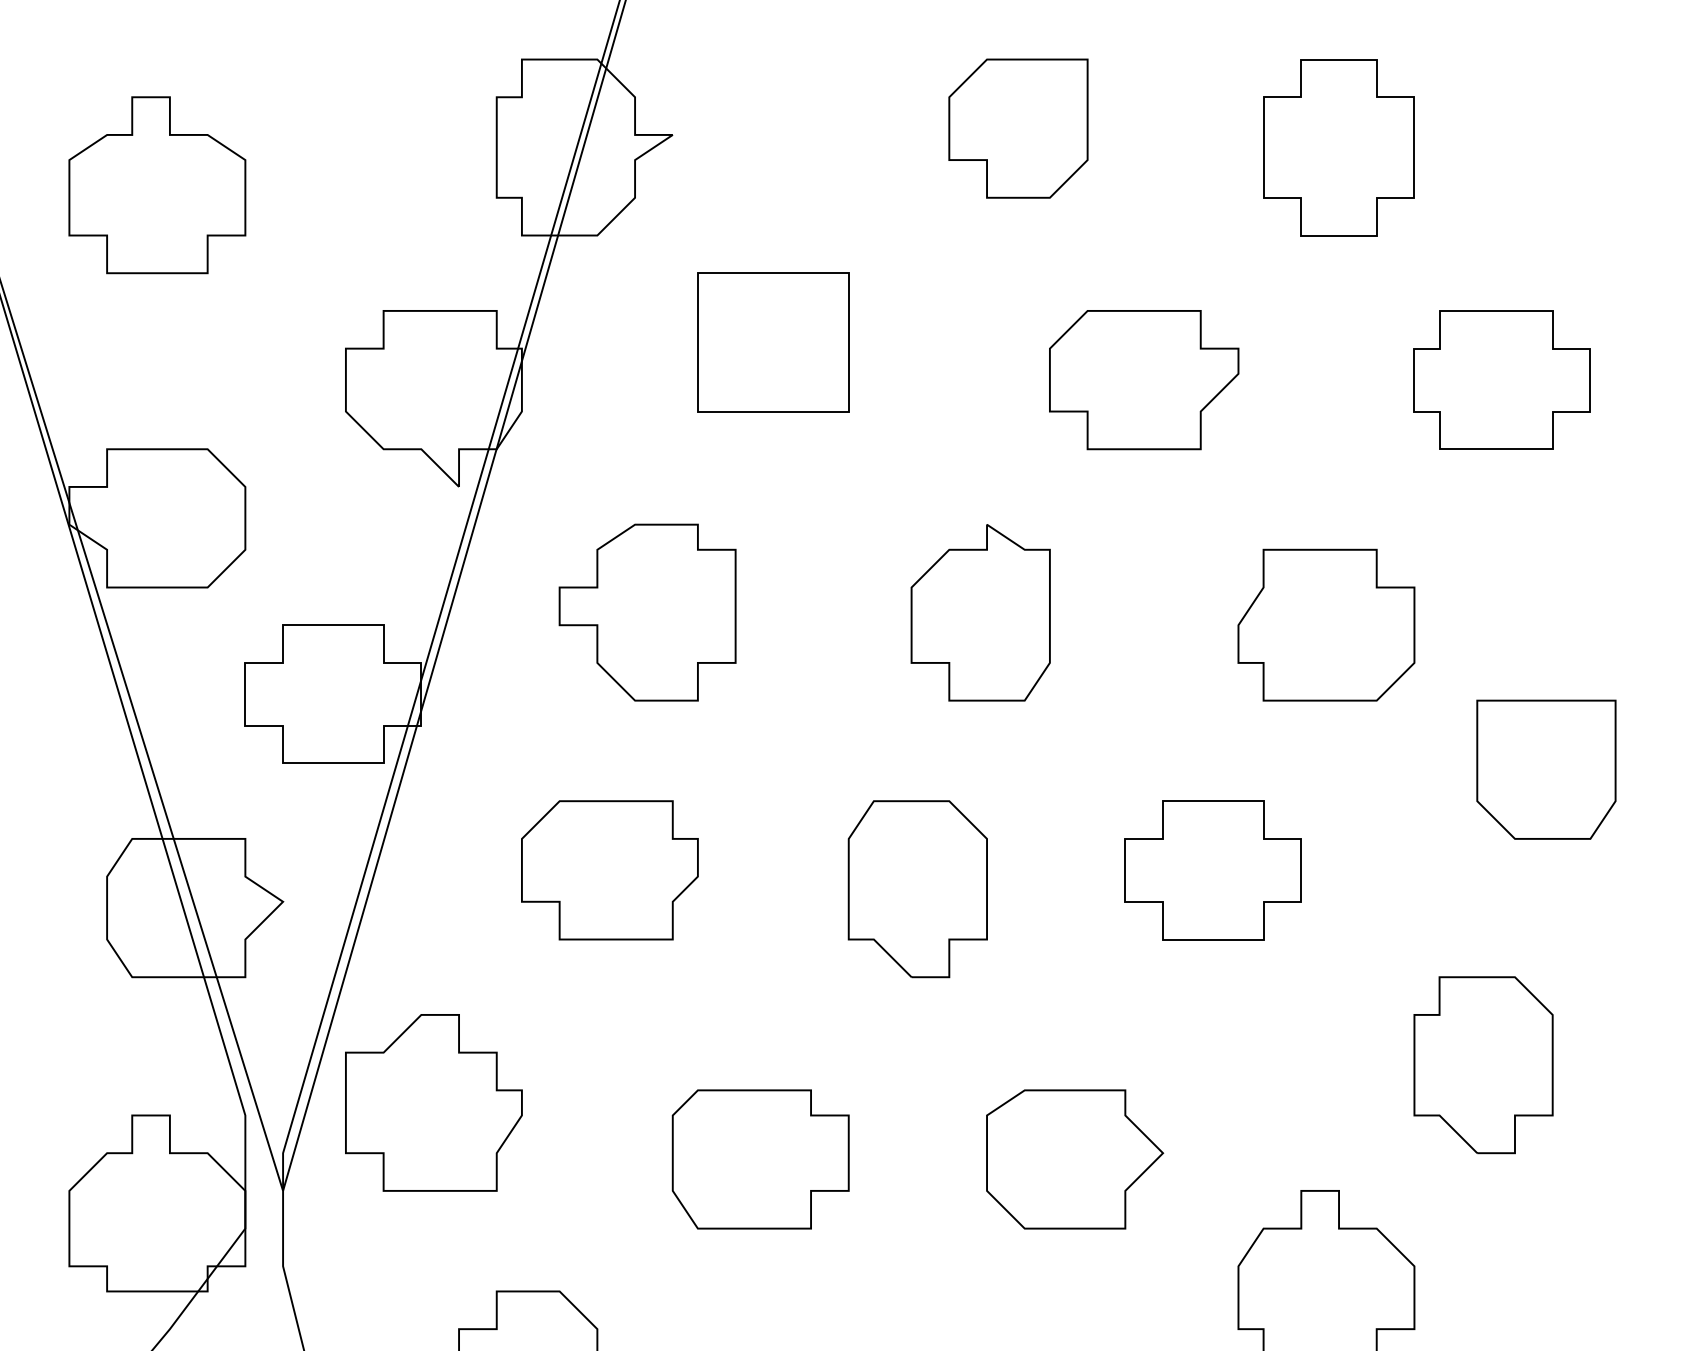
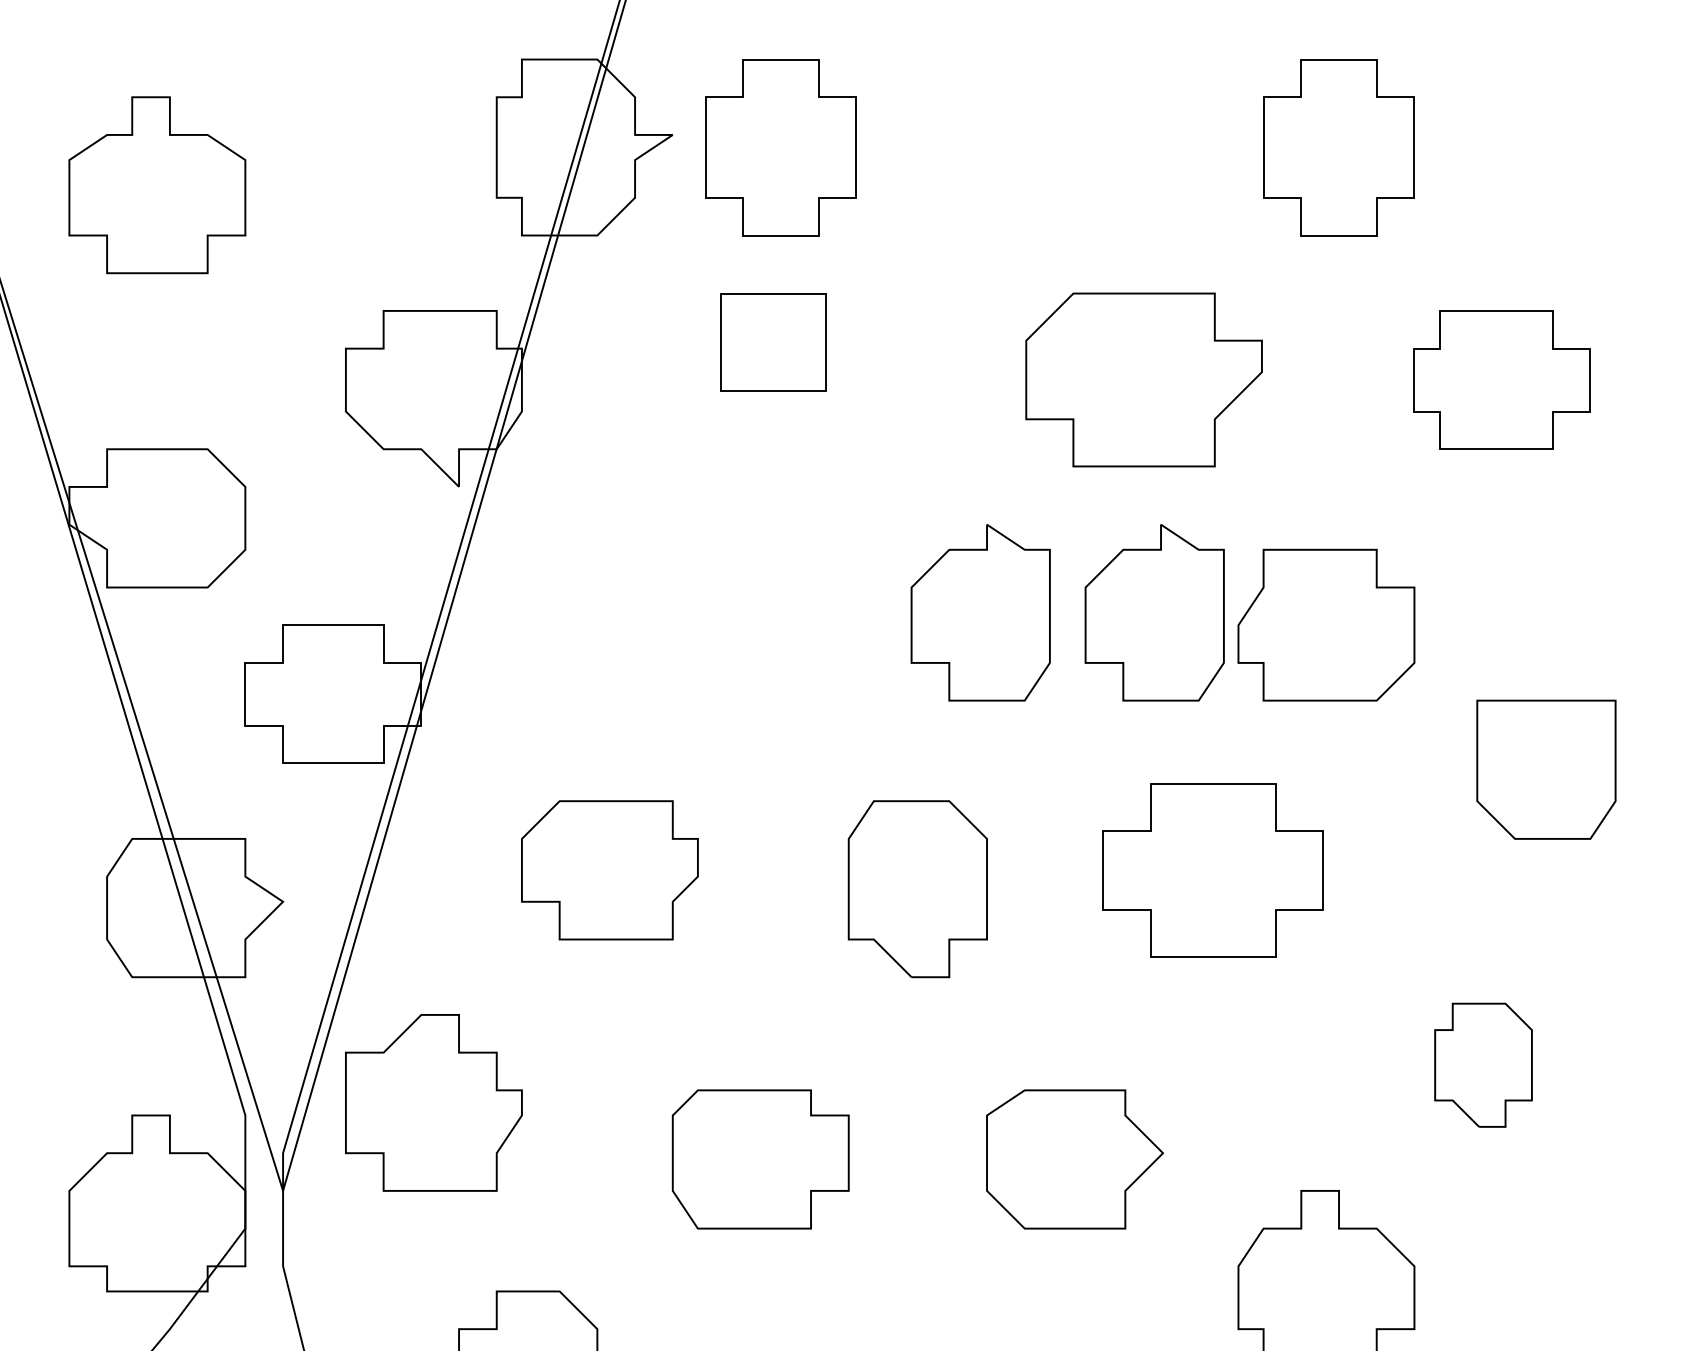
part at (1018, 128): present -> none
part at (780, 147): none -> present
part at (773, 342) size: 153x141 px -> 107x99 px
part at (1144, 380) size: 191x141 px -> 238x176 px
part at (647, 612): present -> none
part at (1154, 612): none -> present
part at (1212, 870) size: 178x141 px -> 222x175 px
part at (1483, 1065) size: 141x179 px -> 99x126 px
